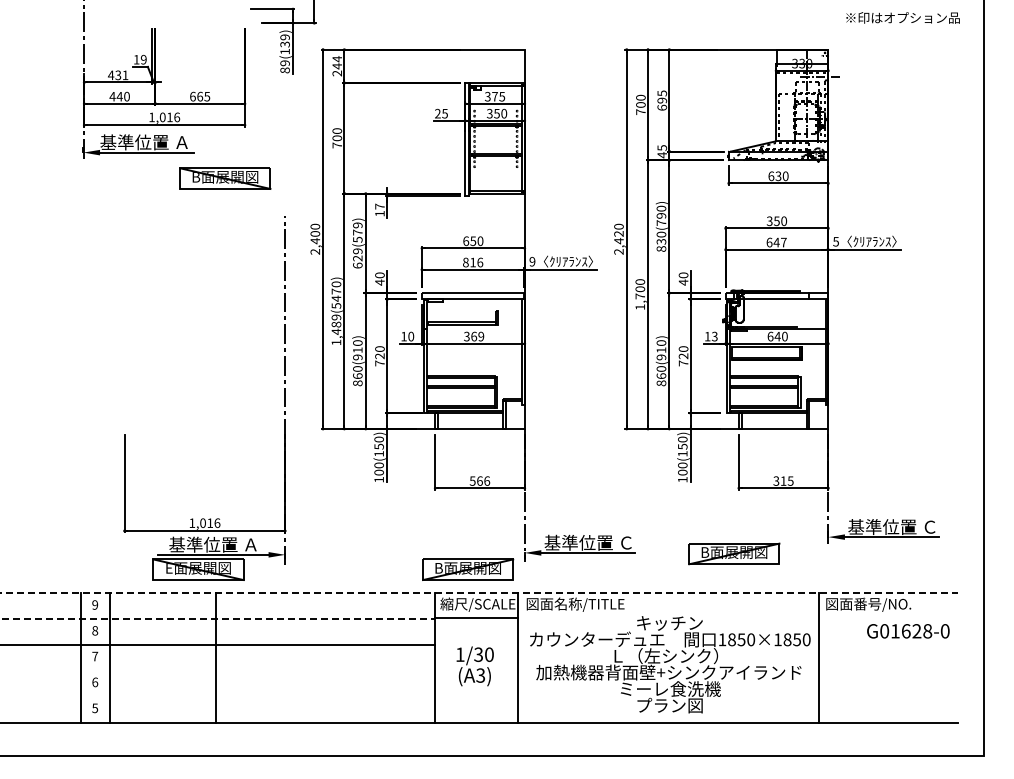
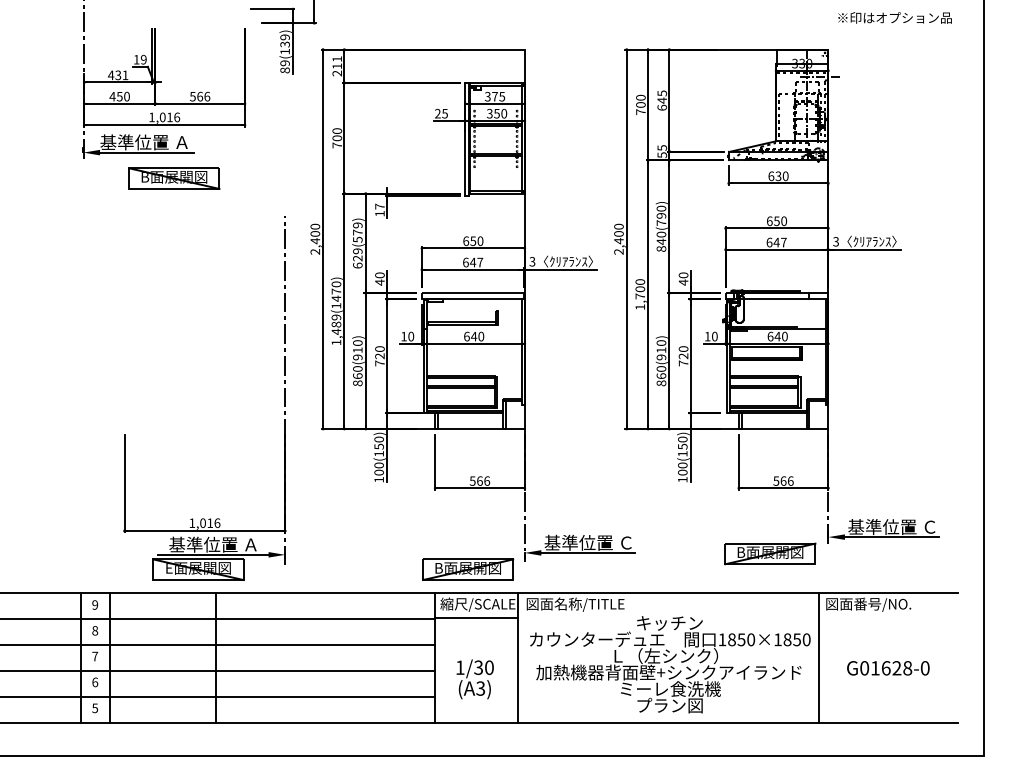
text at (902, 17) position: (902, 17) -> (894, 17)
text at (336, 62): 244 -> 211
text at (119, 96): 440 -> 450
text at (200, 96): 665 -> 566
text at (662, 100): 695 -> 645
text at (662, 155): 45 -> 55
part at (225, 178) position: (225, 178) -> (174, 178)
text at (769, 220): 350 -> 650
text at (618, 233): 2,420 -> 2,400
text at (661, 241): 830(790) -> 840(790)
text at (835, 241): 5 -> 3
text at (532, 261): 9 -> 3
text at (473, 262): 816 -> 647
text at (336, 305): 1,489(5470) -> 1,489(1470)
text at (474, 336): 369 -> 640
text at (714, 336): 13 -> 10
text at (783, 480): 315 -> 566
part at (734, 553) position: (734, 553) -> (770, 553)
line at (479, 593): dashed -> solid
line at (218, 619): dashed -> solid
text at (908, 631) position: (908, 631) -> (888, 668)
text at (474, 666) position: (474, 666) -> (474, 679)
line at (218, 670): none -> present
line at (218, 696): none -> present
